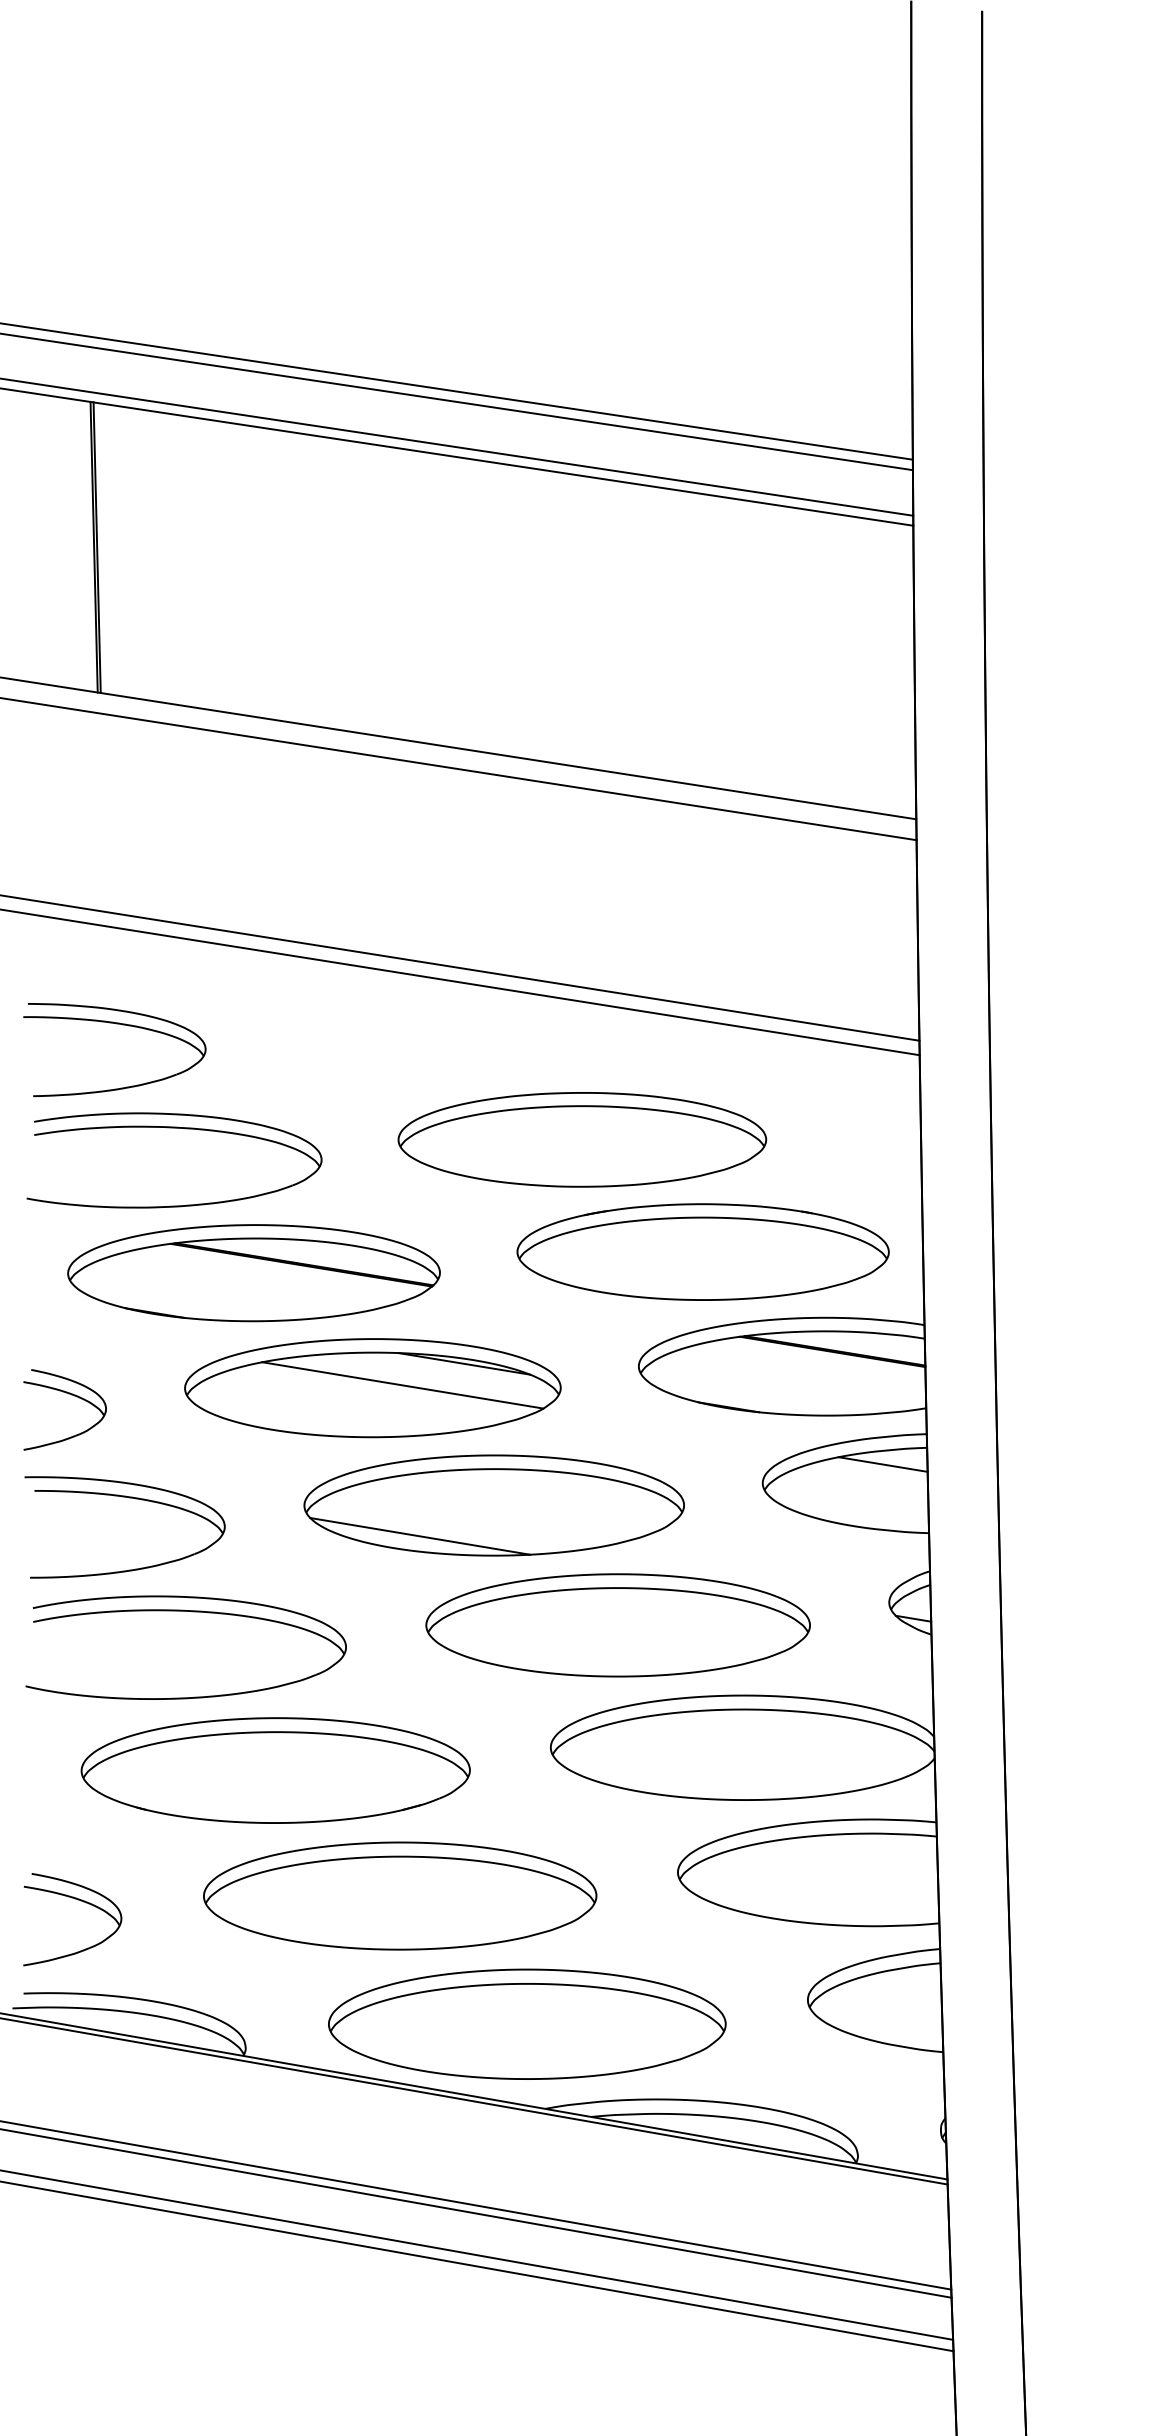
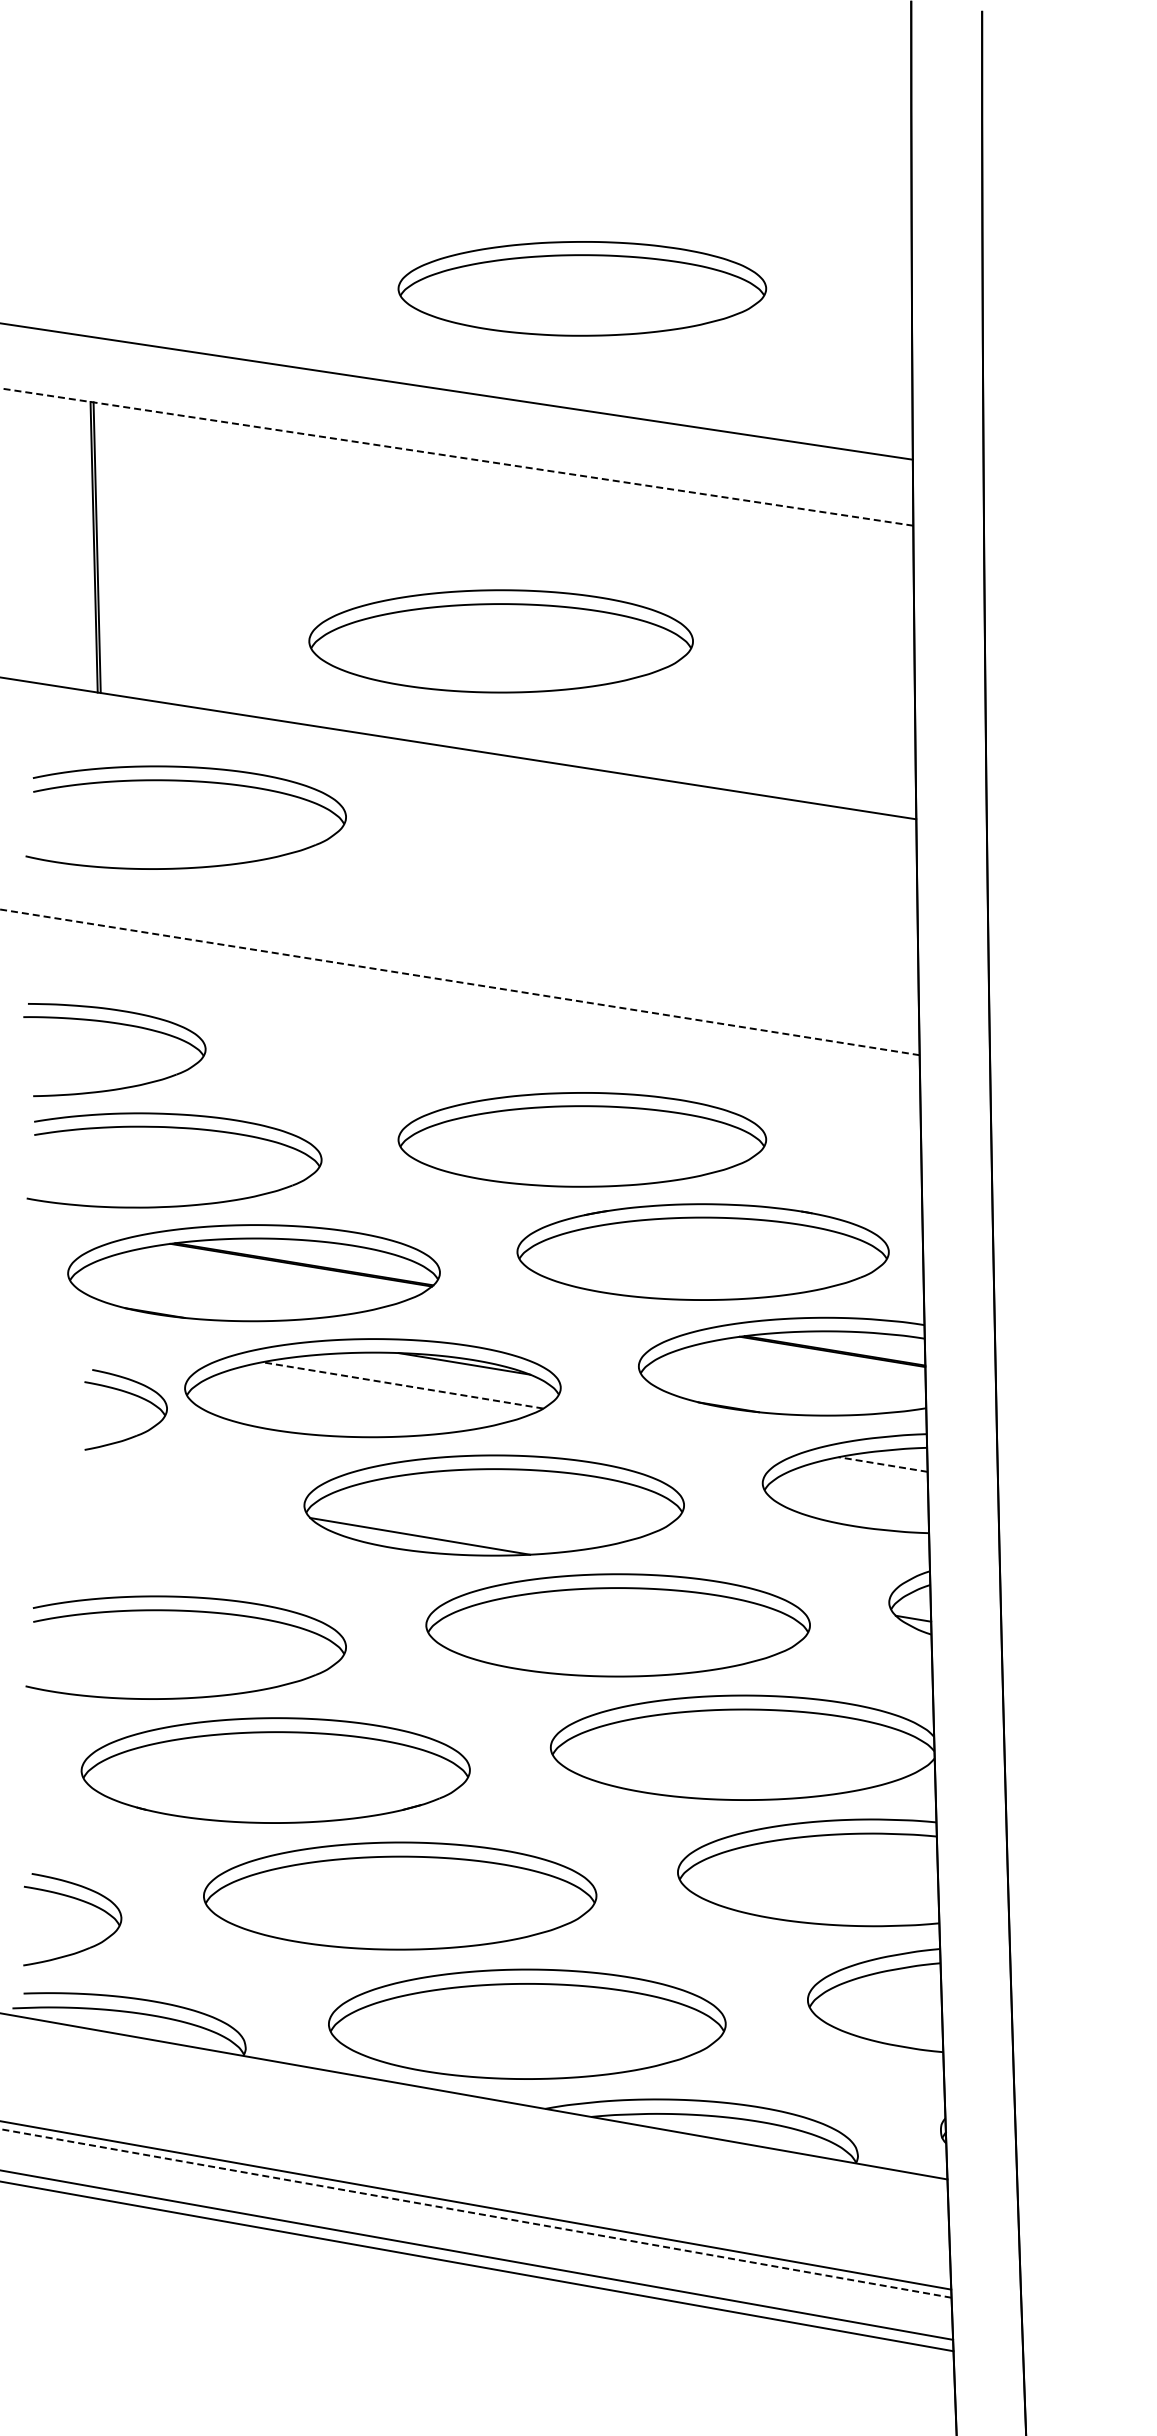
part at (582, 288): none -> present
line at (457, 402): present -> none
line at (457, 446): present -> none
line at (456, 457): solid -> dashed
part at (500, 641): none -> present
line at (459, 769): present -> none
part at (192, 782): none -> present
line at (460, 967): present -> none
line at (459, 982): solid -> dashed
line at (402, 1385): solid -> dashed
part at (68, 1394) position: (68, 1394) -> (129, 1394)
line at (882, 1464): solid -> dashed
part at (129, 1498): present -> none
line at (474, 2101): present -> none
line at (476, 2213): solid -> dashed
